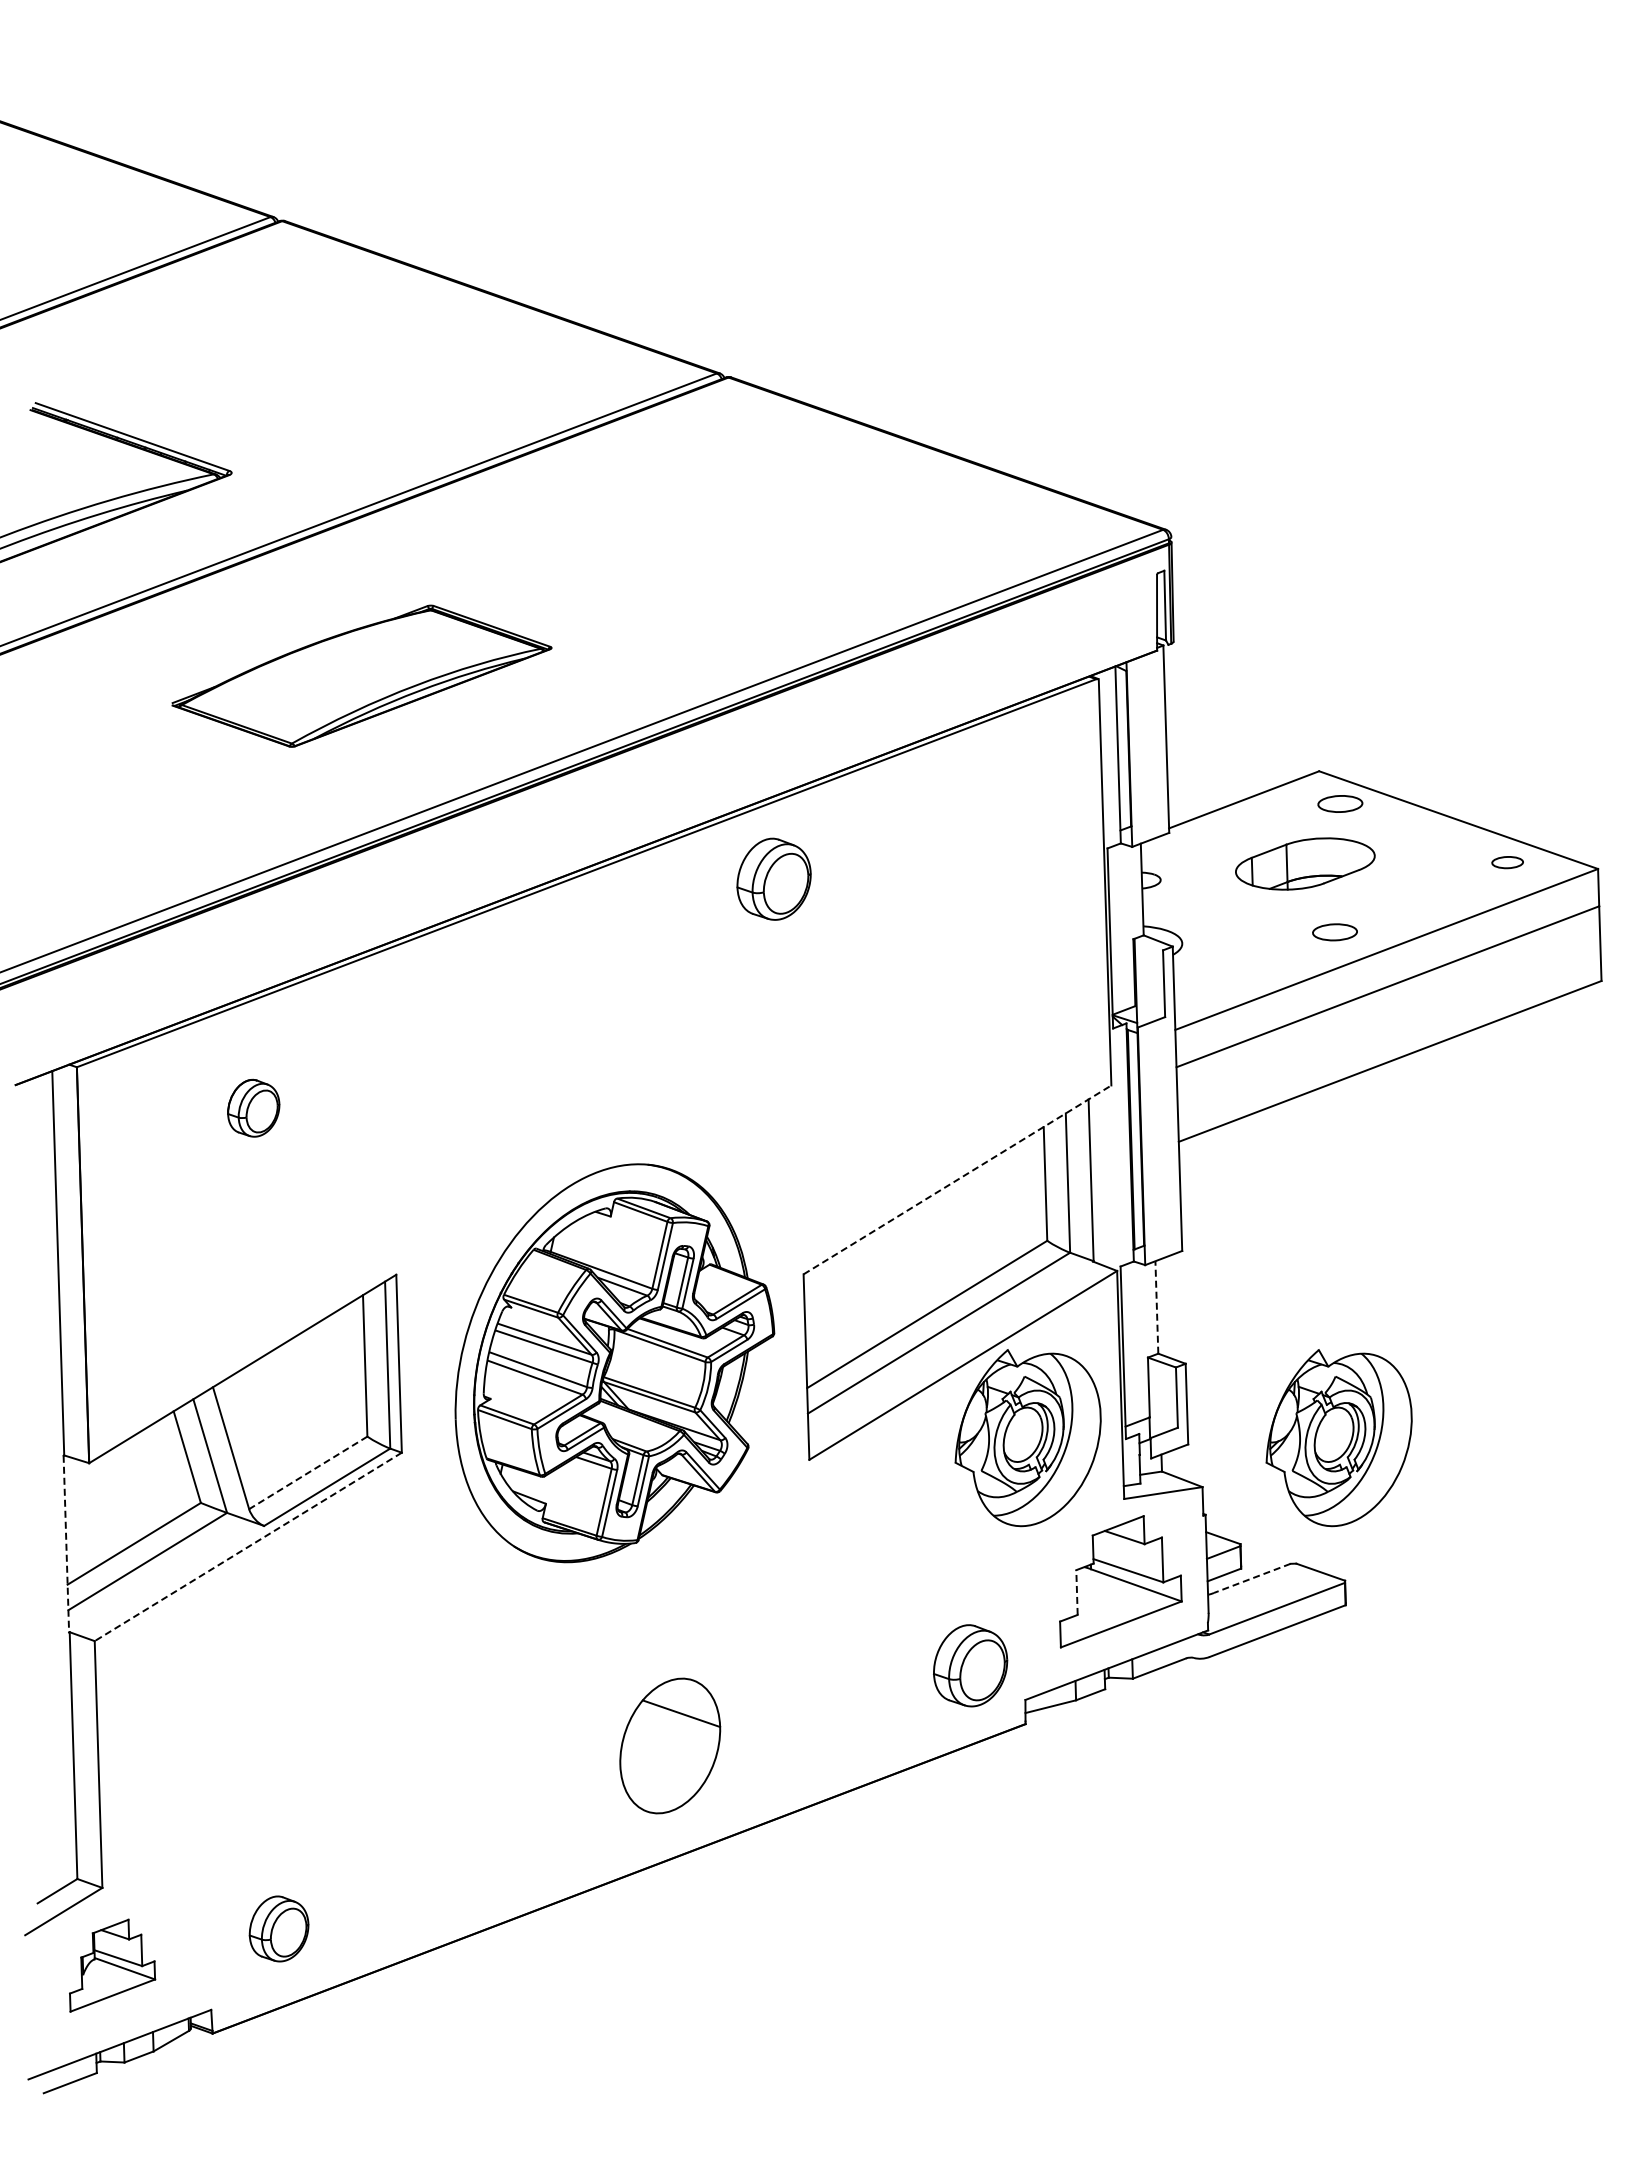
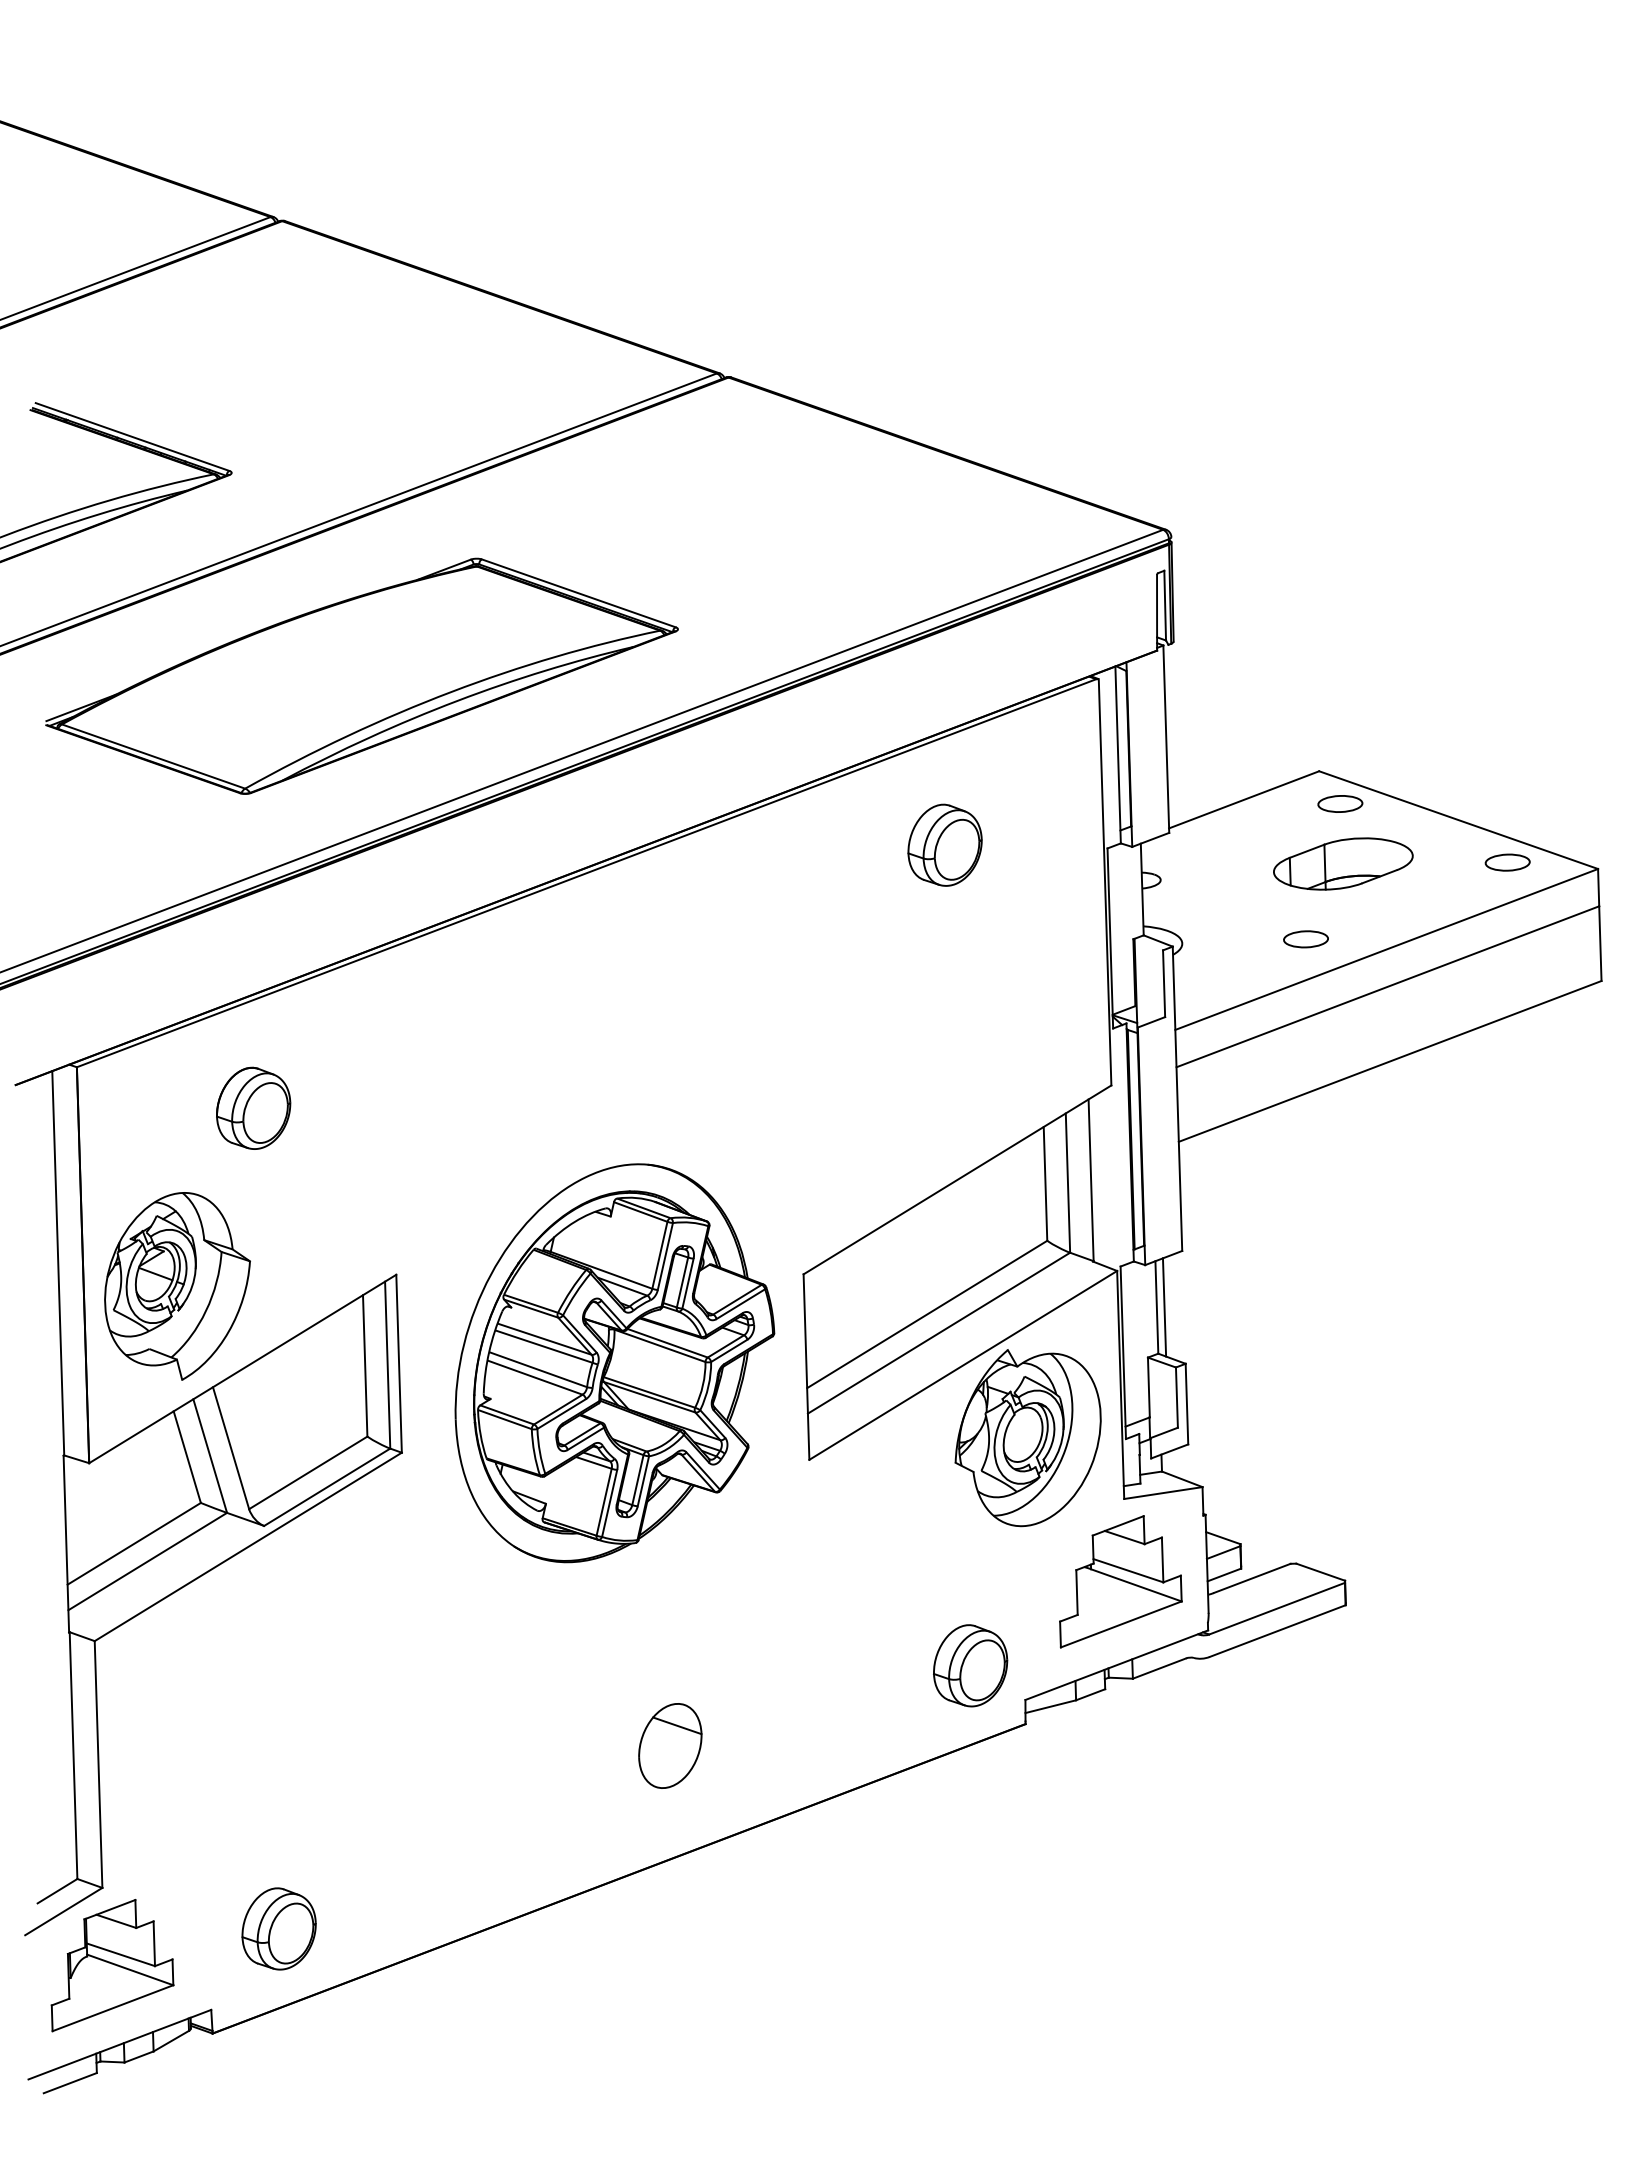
part at (361, 675) size: 382x144 px -> 634x238 px
part at (1507, 862) size: 33x14 px -> 47x19 px
part at (1305, 863) position: (1305, 863) -> (1343, 863)
part at (773, 878) position: (773, 878) -> (944, 844)
part at (1334, 932) position: (1334, 932) -> (1305, 939)
part at (253, 1107) size: 54x60 px -> 76x84 px
line at (957, 1179): dashed -> solid
part at (177, 1286): none -> present
line at (1156, 1306): dashed -> solid
line at (1164, 1307): none -> present
part at (1338, 1438): present -> none
line at (307, 1473): dashed -> solid
line at (66, 1544): dashed -> solid
line at (247, 1547): dashed -> solid
line at (1252, 1578): dashed -> solid
line at (1076, 1592): dashed -> solid
part at (670, 1745) size: 103x138 px -> 65x86 px
part at (278, 1928) size: 62x68 px -> 76x84 px
part at (112, 1965) size: 88x95 px -> 125x134 px
